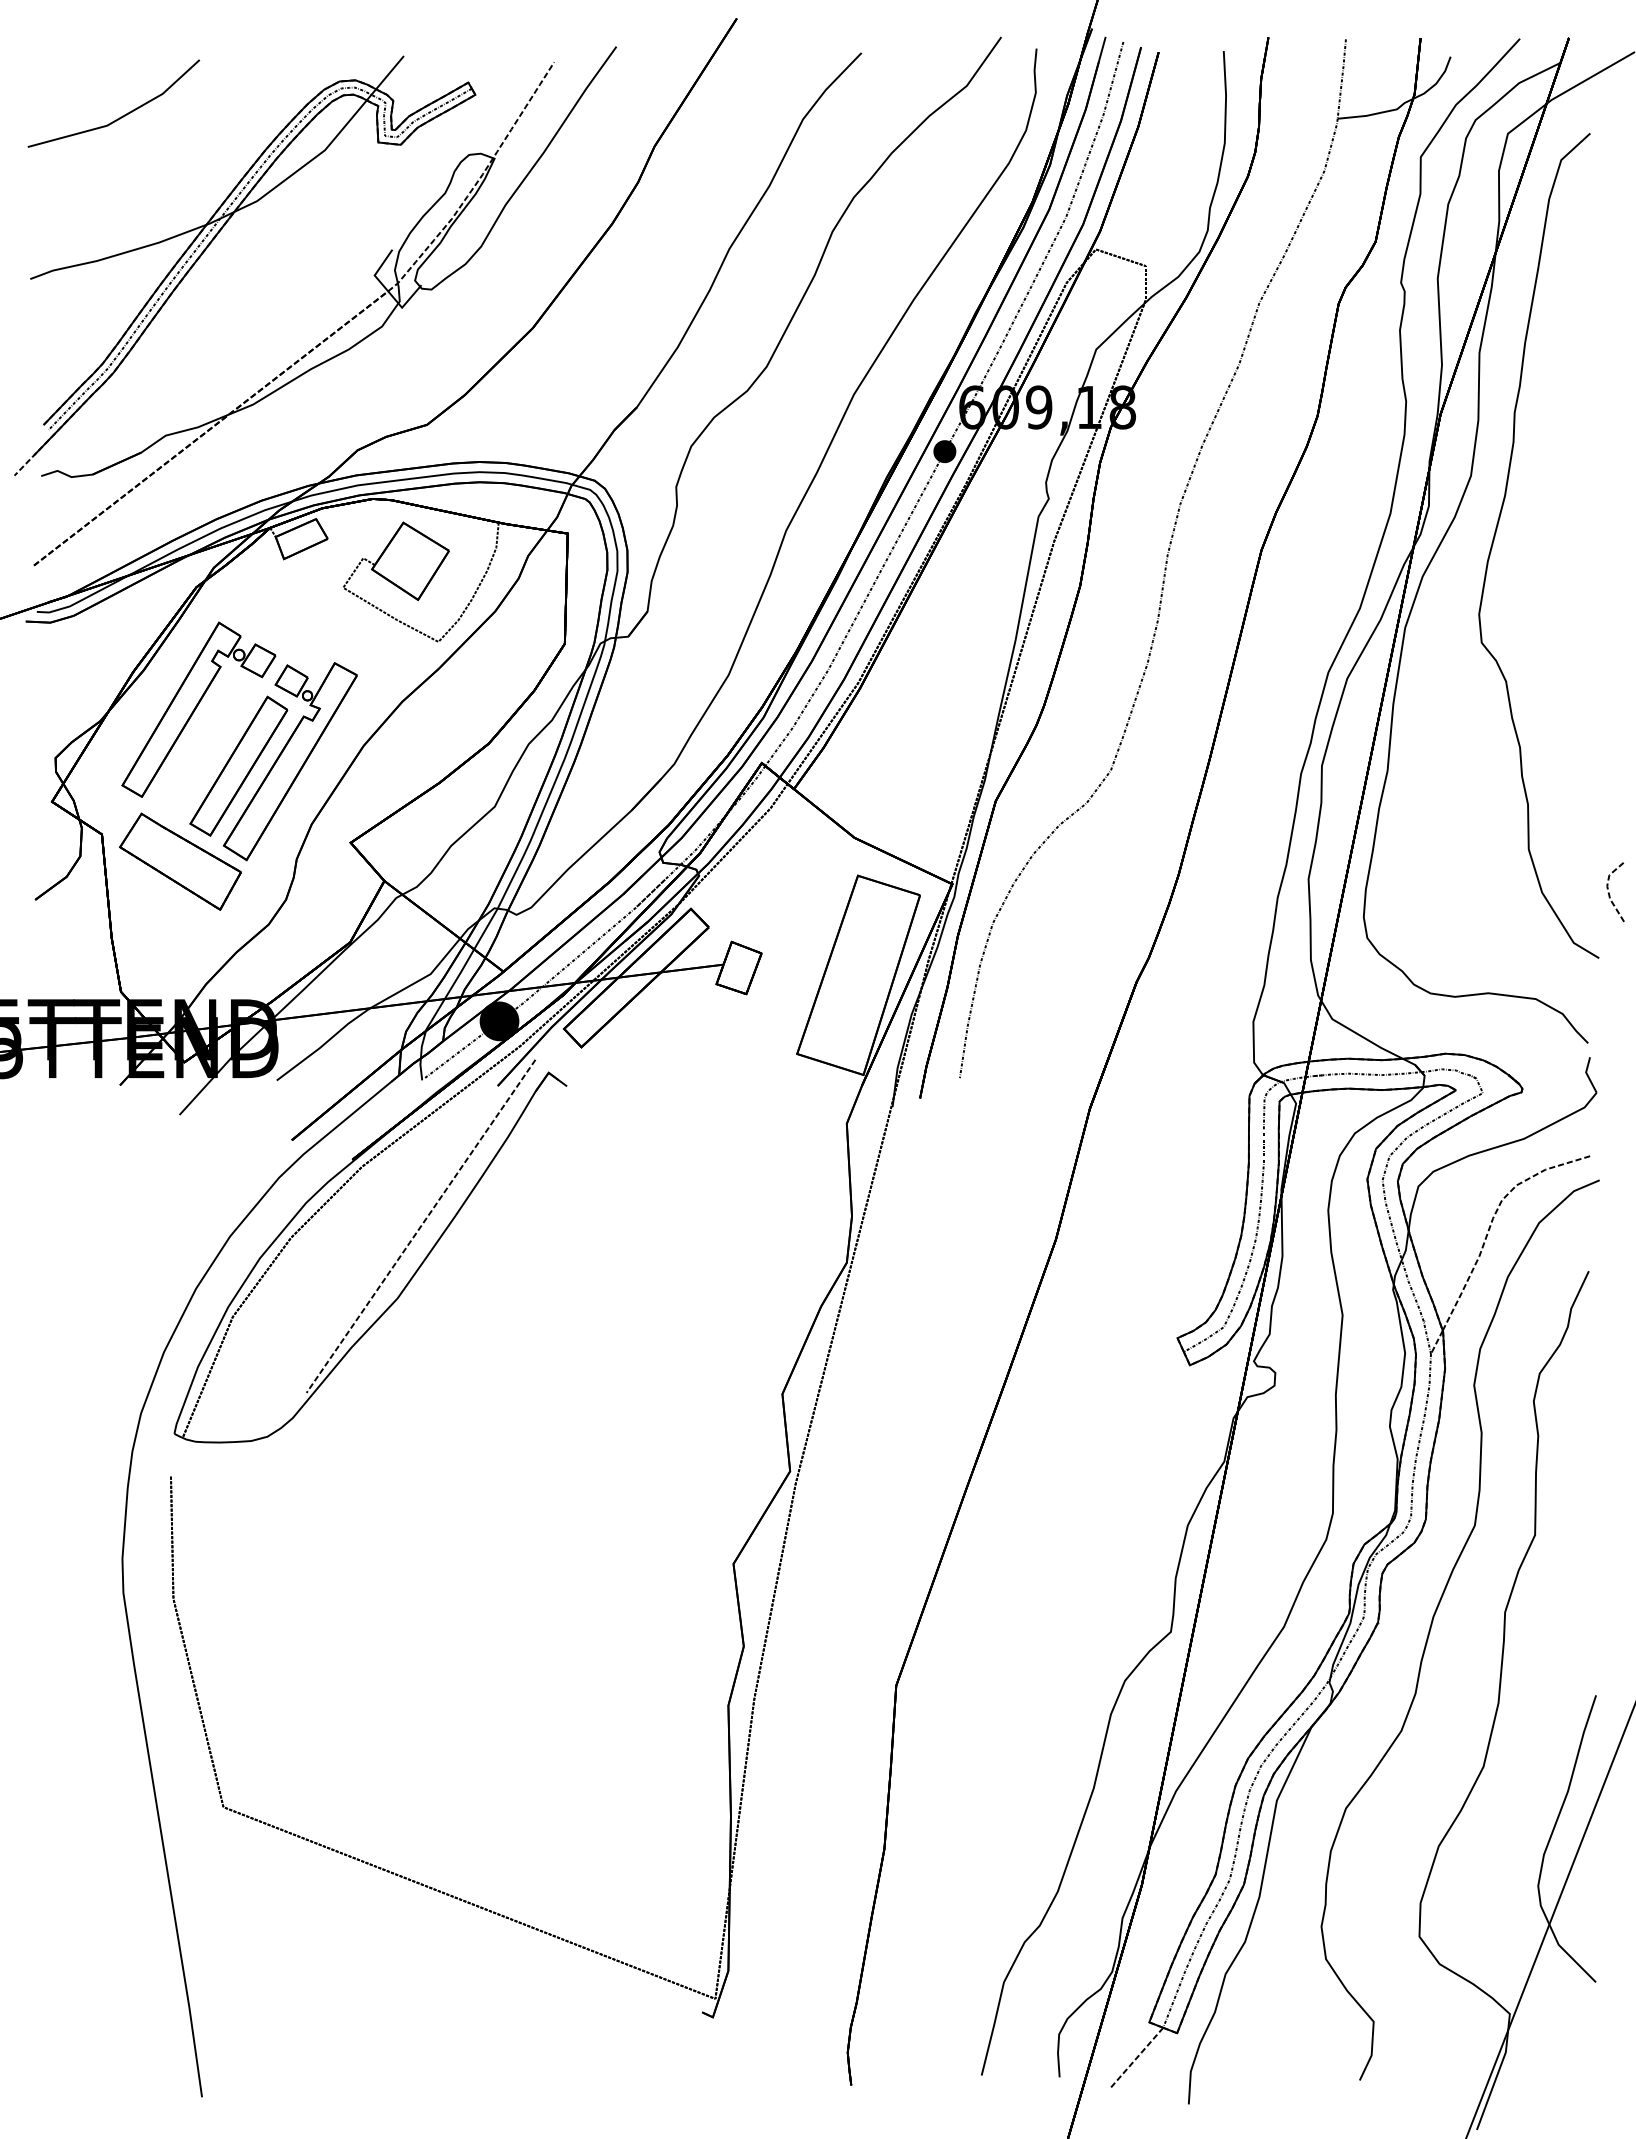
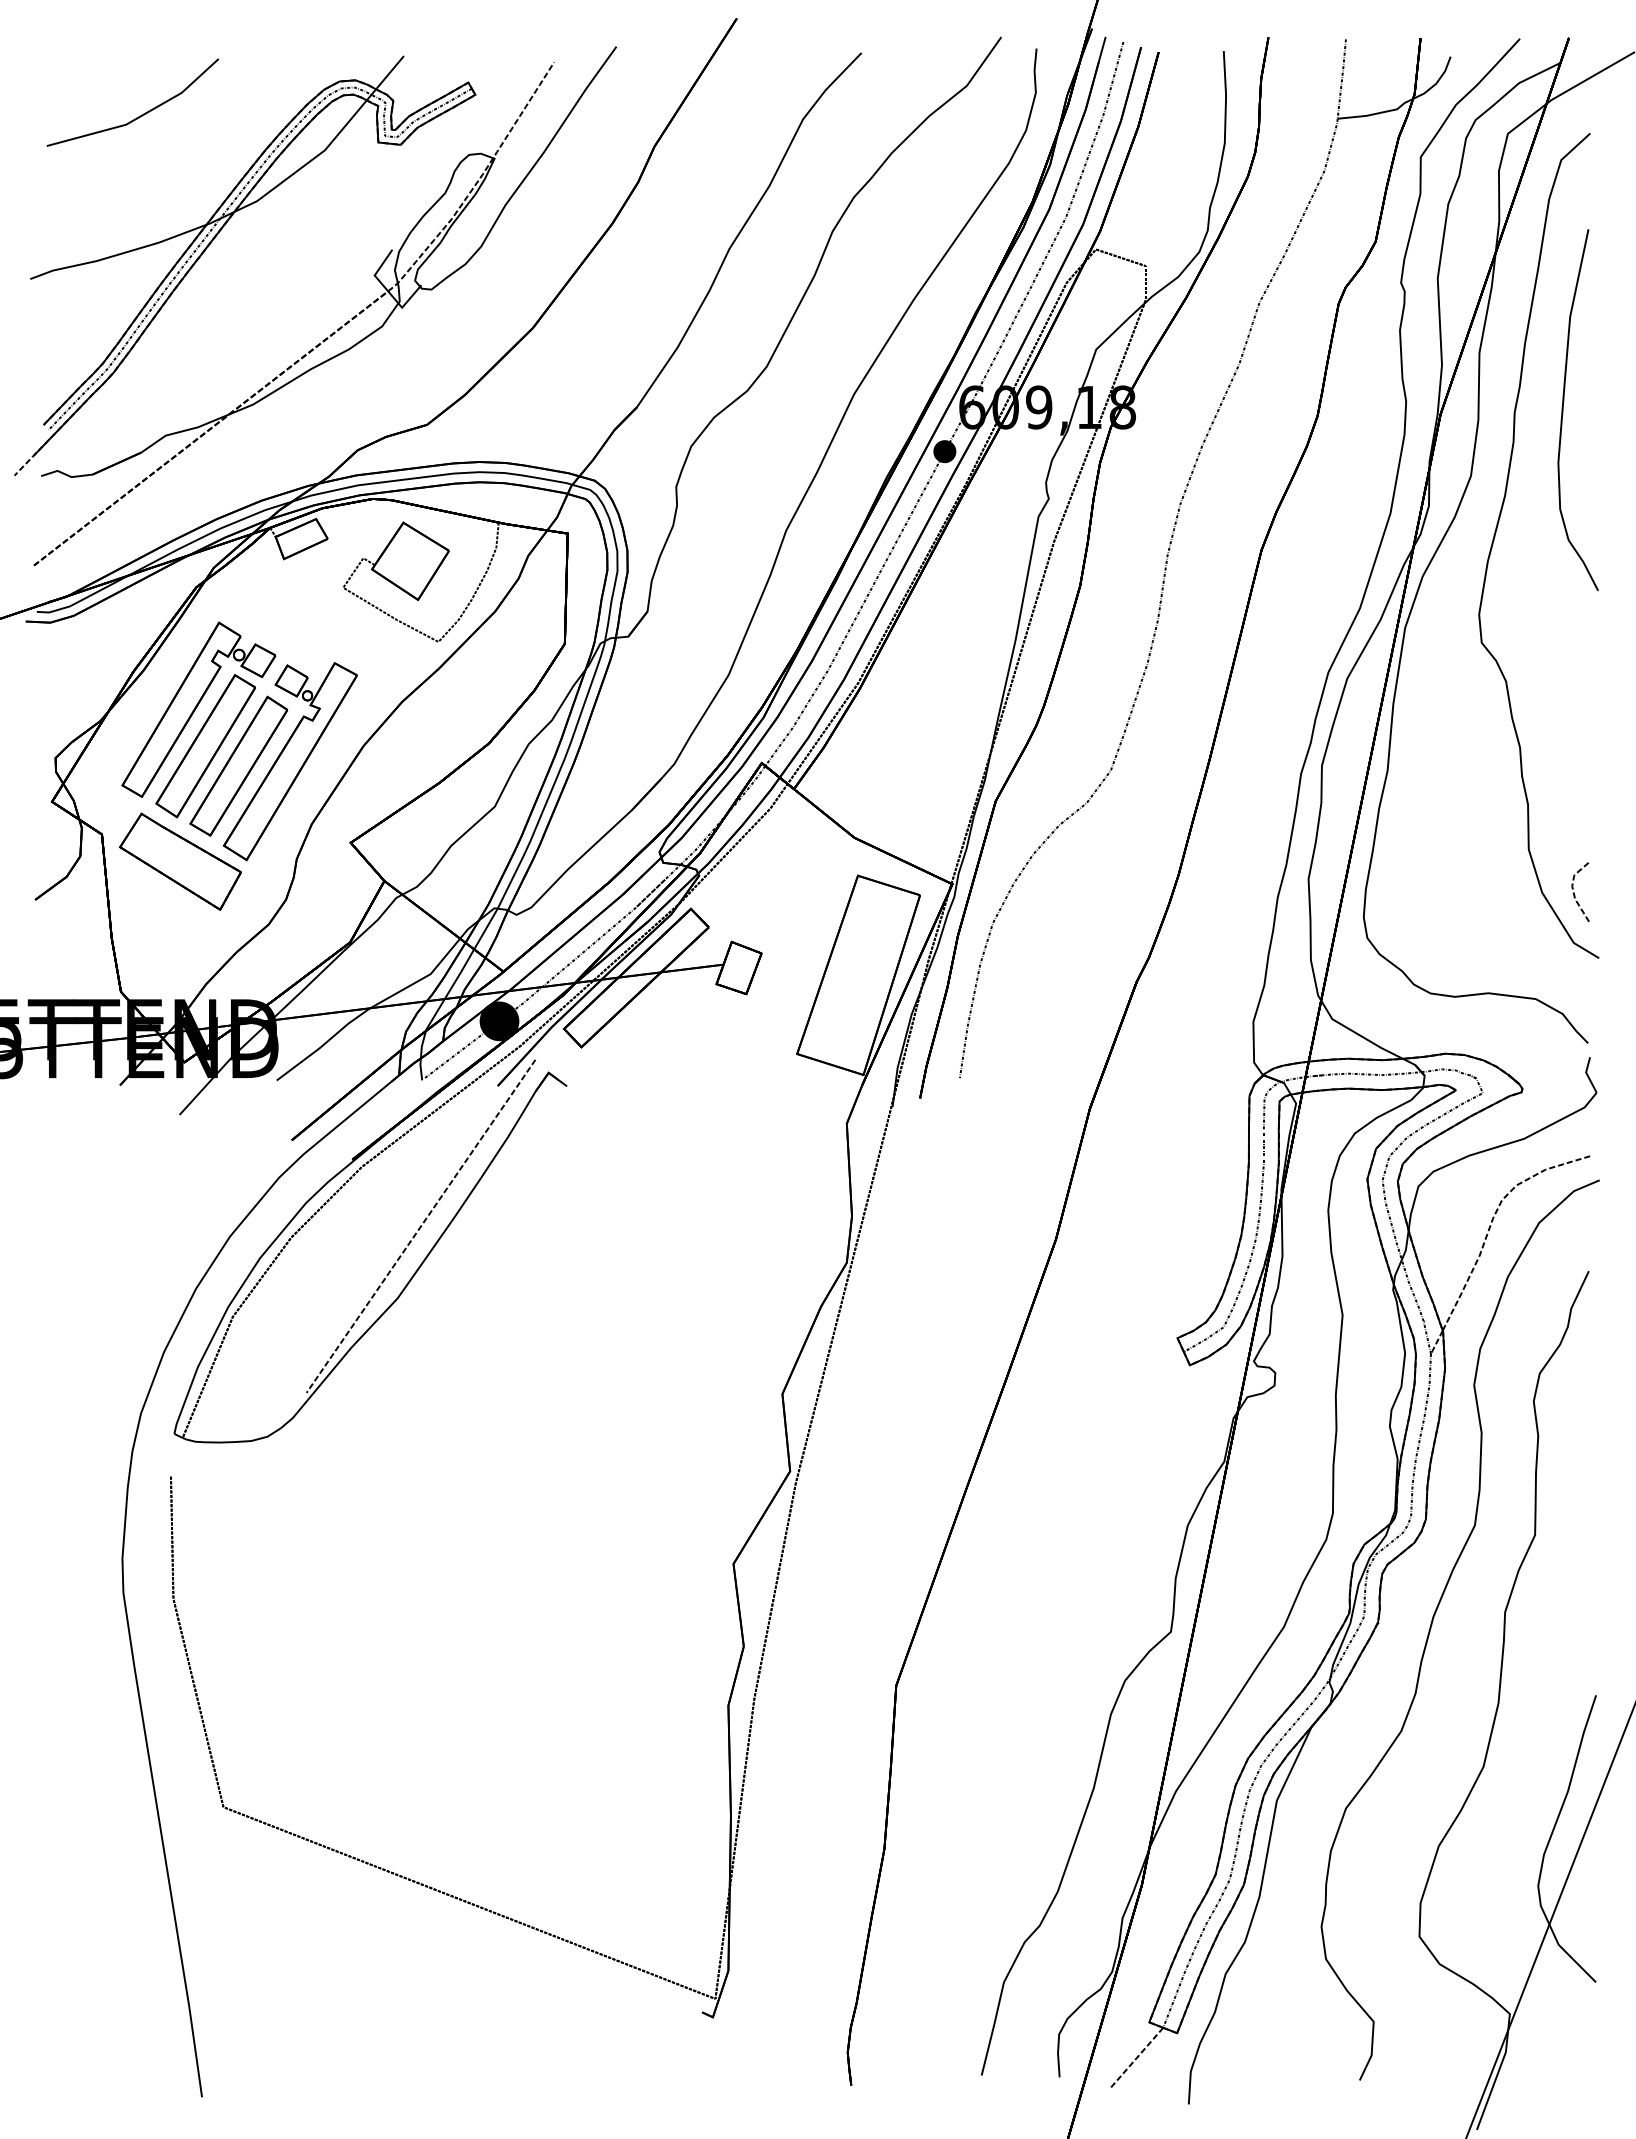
part at (122, 115) position: (122, 115) -> (141, 114)
curve at (1563, 409): none -> present
part at (205, 746): none -> present
line at (1610, 895) position: (1610, 895) -> (1575, 895)
